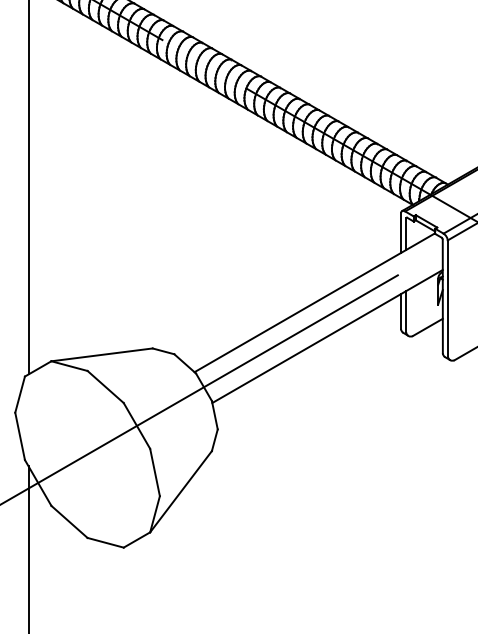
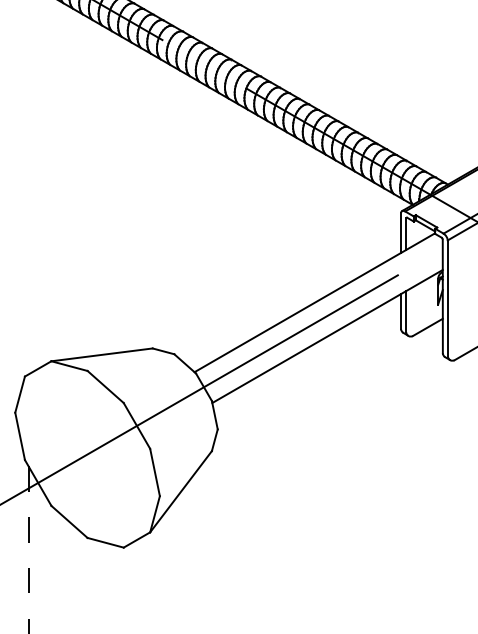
line at (28, 188): present -> none
line at (28, 550): solid -> dashed
